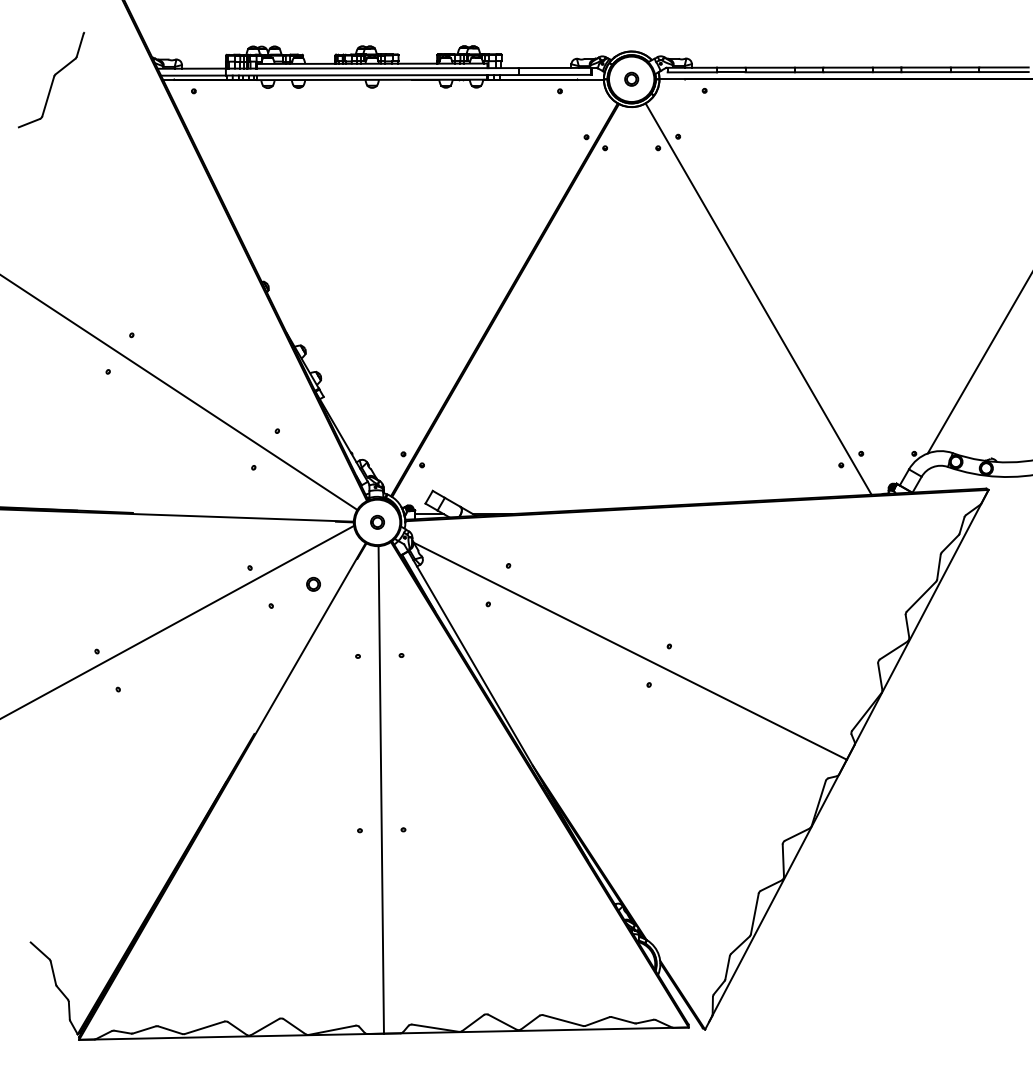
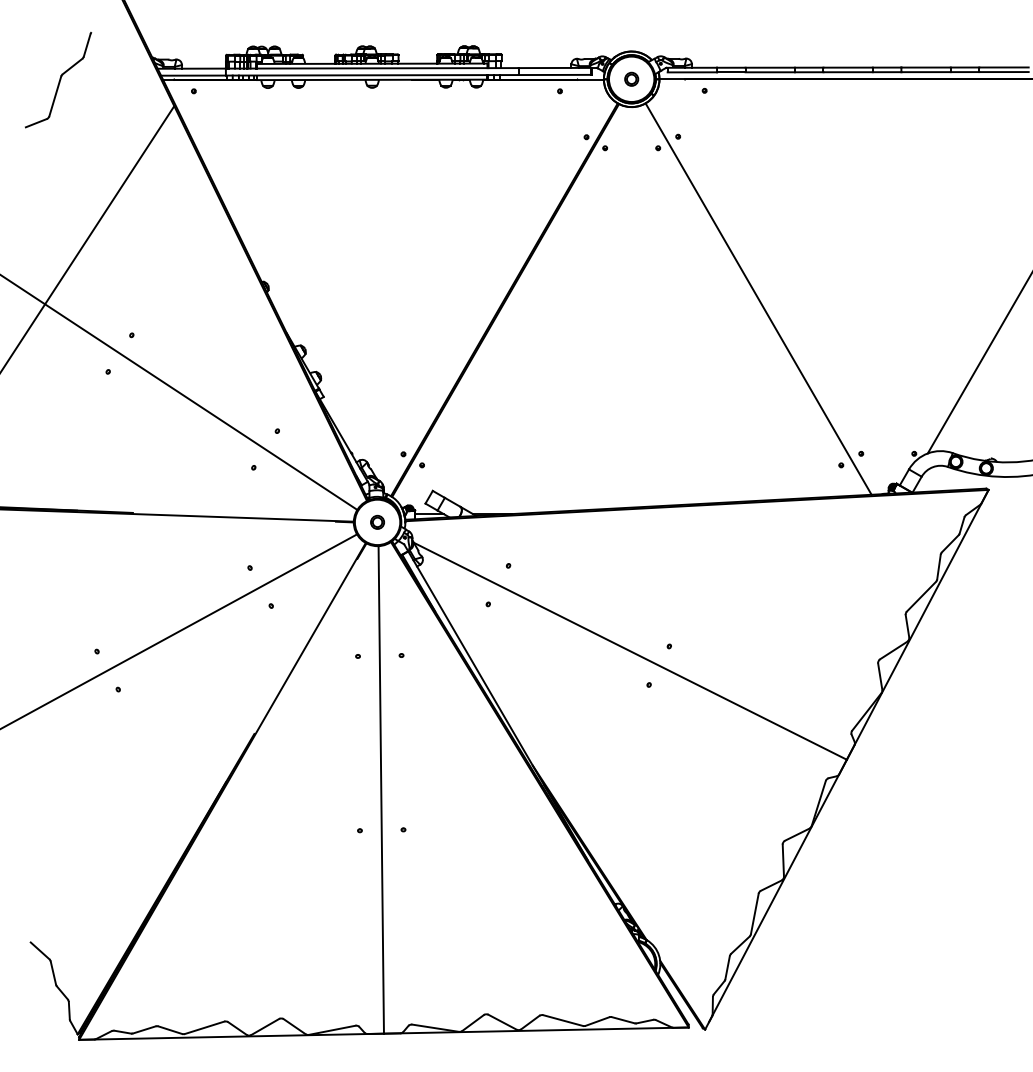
part at (51, 80) position: (51, 80) -> (58, 80)
line at (88, 237): none -> present
part at (313, 583): present -> none
line at (177, 621) position: (177, 621) -> (179, 631)
